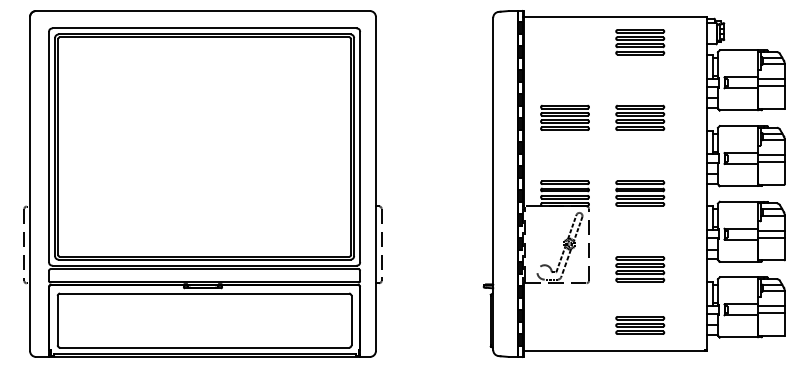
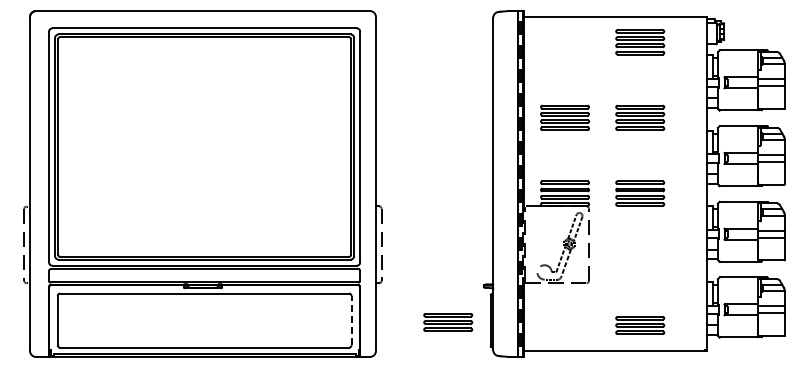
part at (640, 269): present -> none
line at (351, 320): solid -> dashed
part at (448, 322): none -> present
